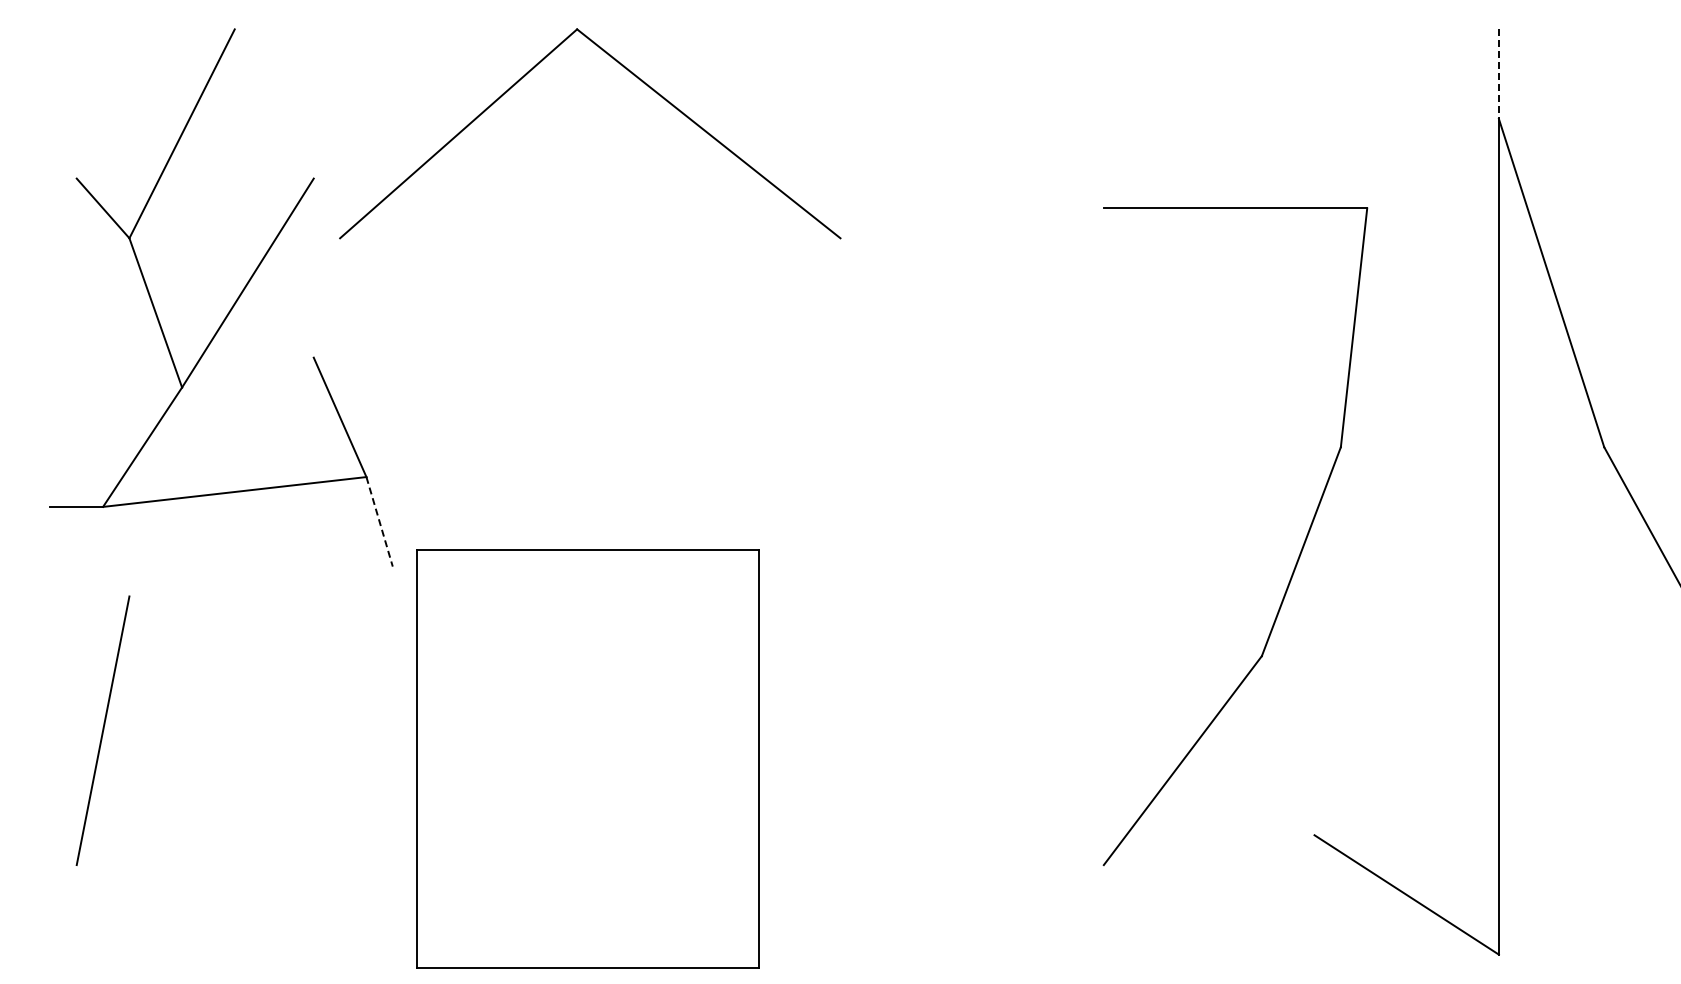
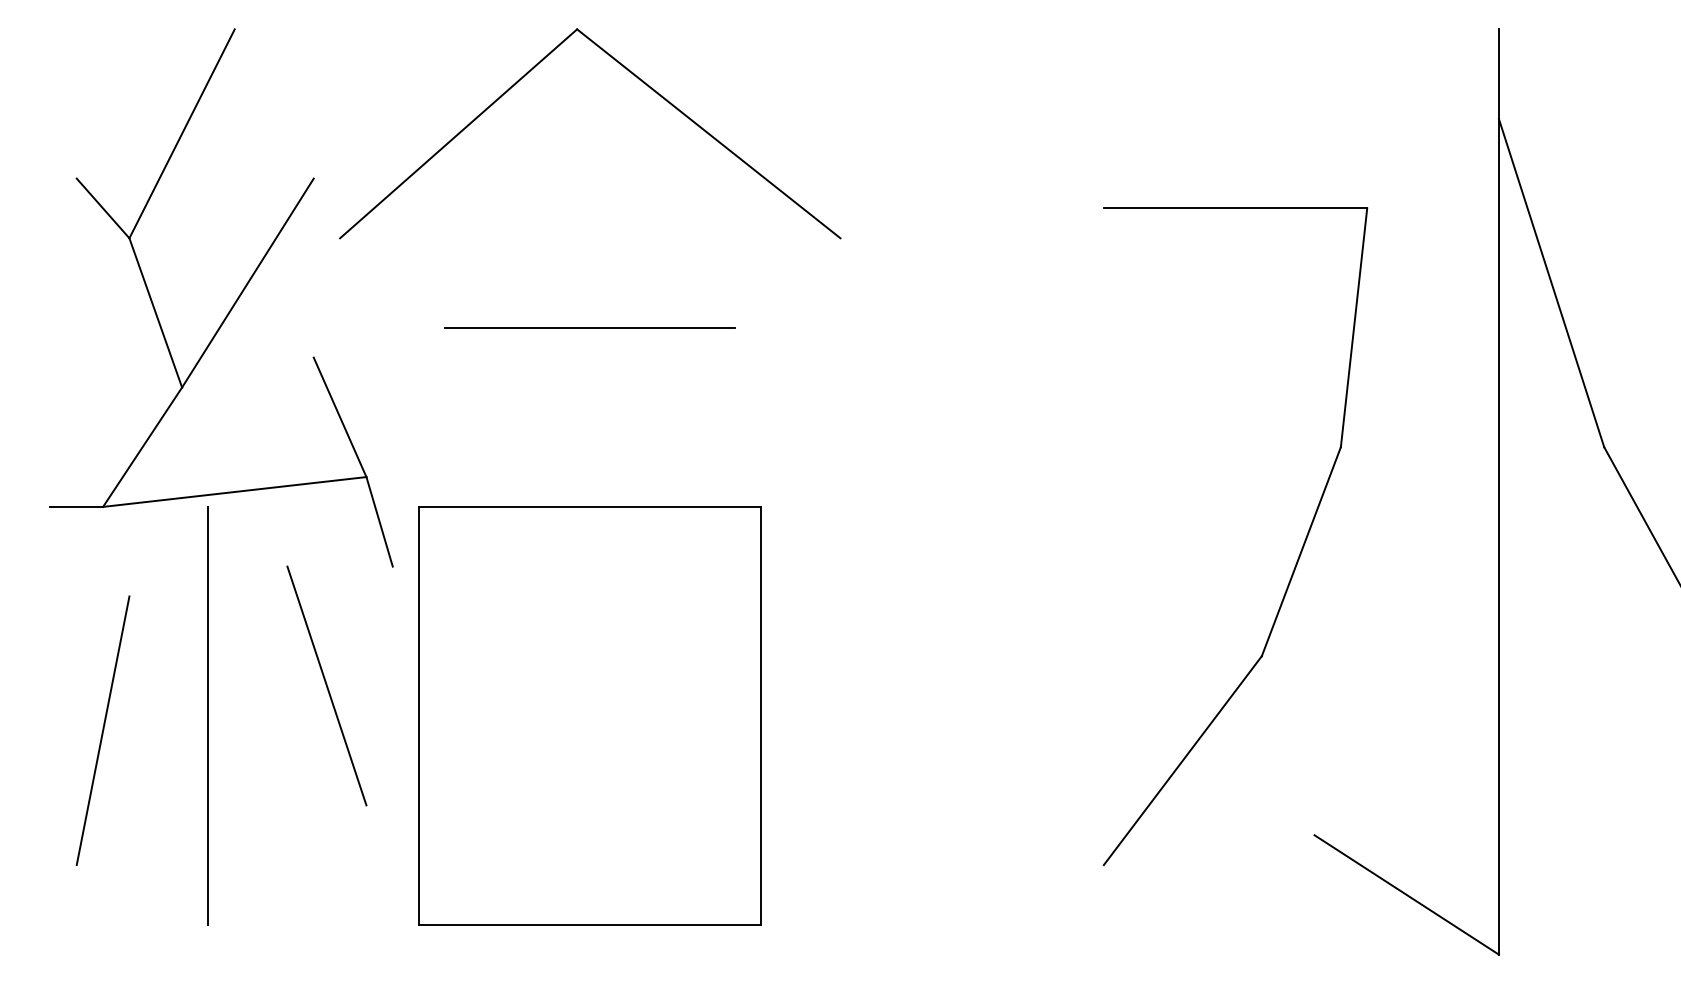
line at (1498, 74): dashed -> solid
line at (590, 327): none -> present
line at (379, 521): dashed -> solid
line at (326, 685): none -> present
line at (208, 715): none -> present
part at (587, 758) position: (587, 758) -> (589, 715)
